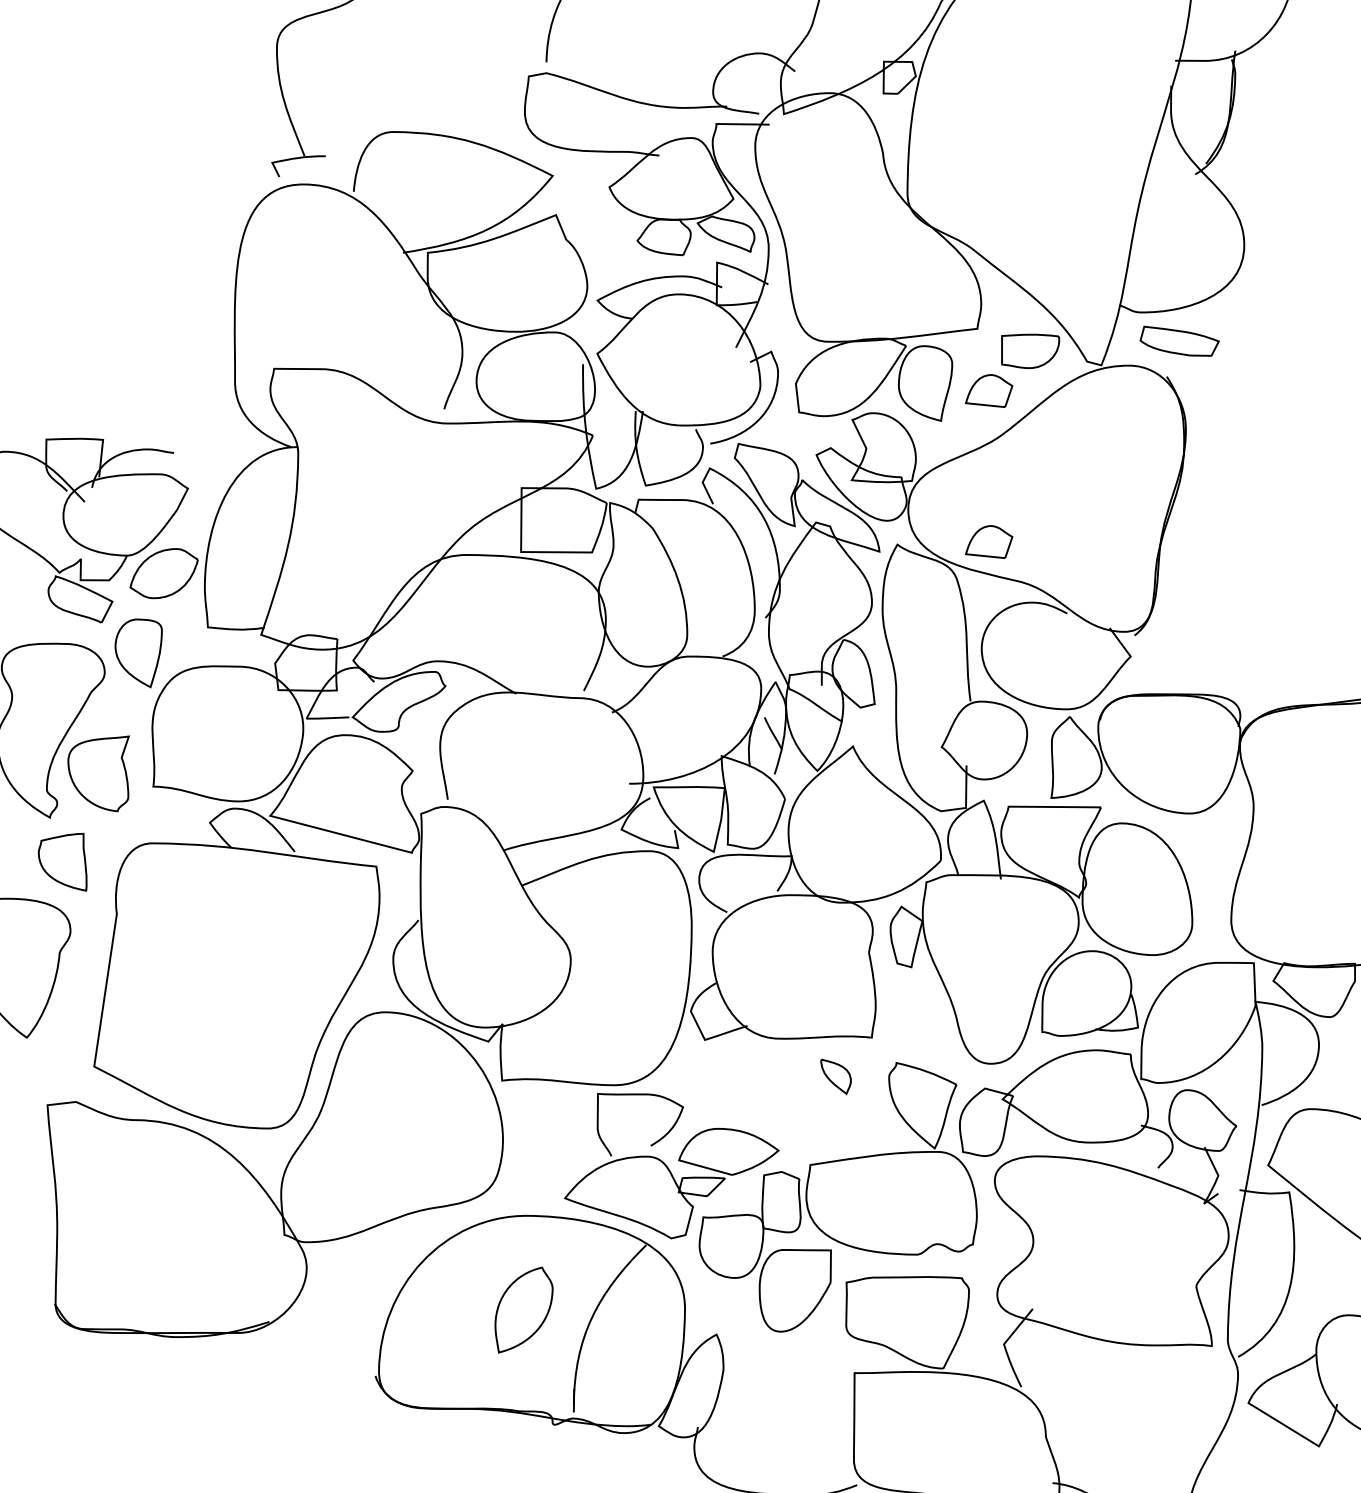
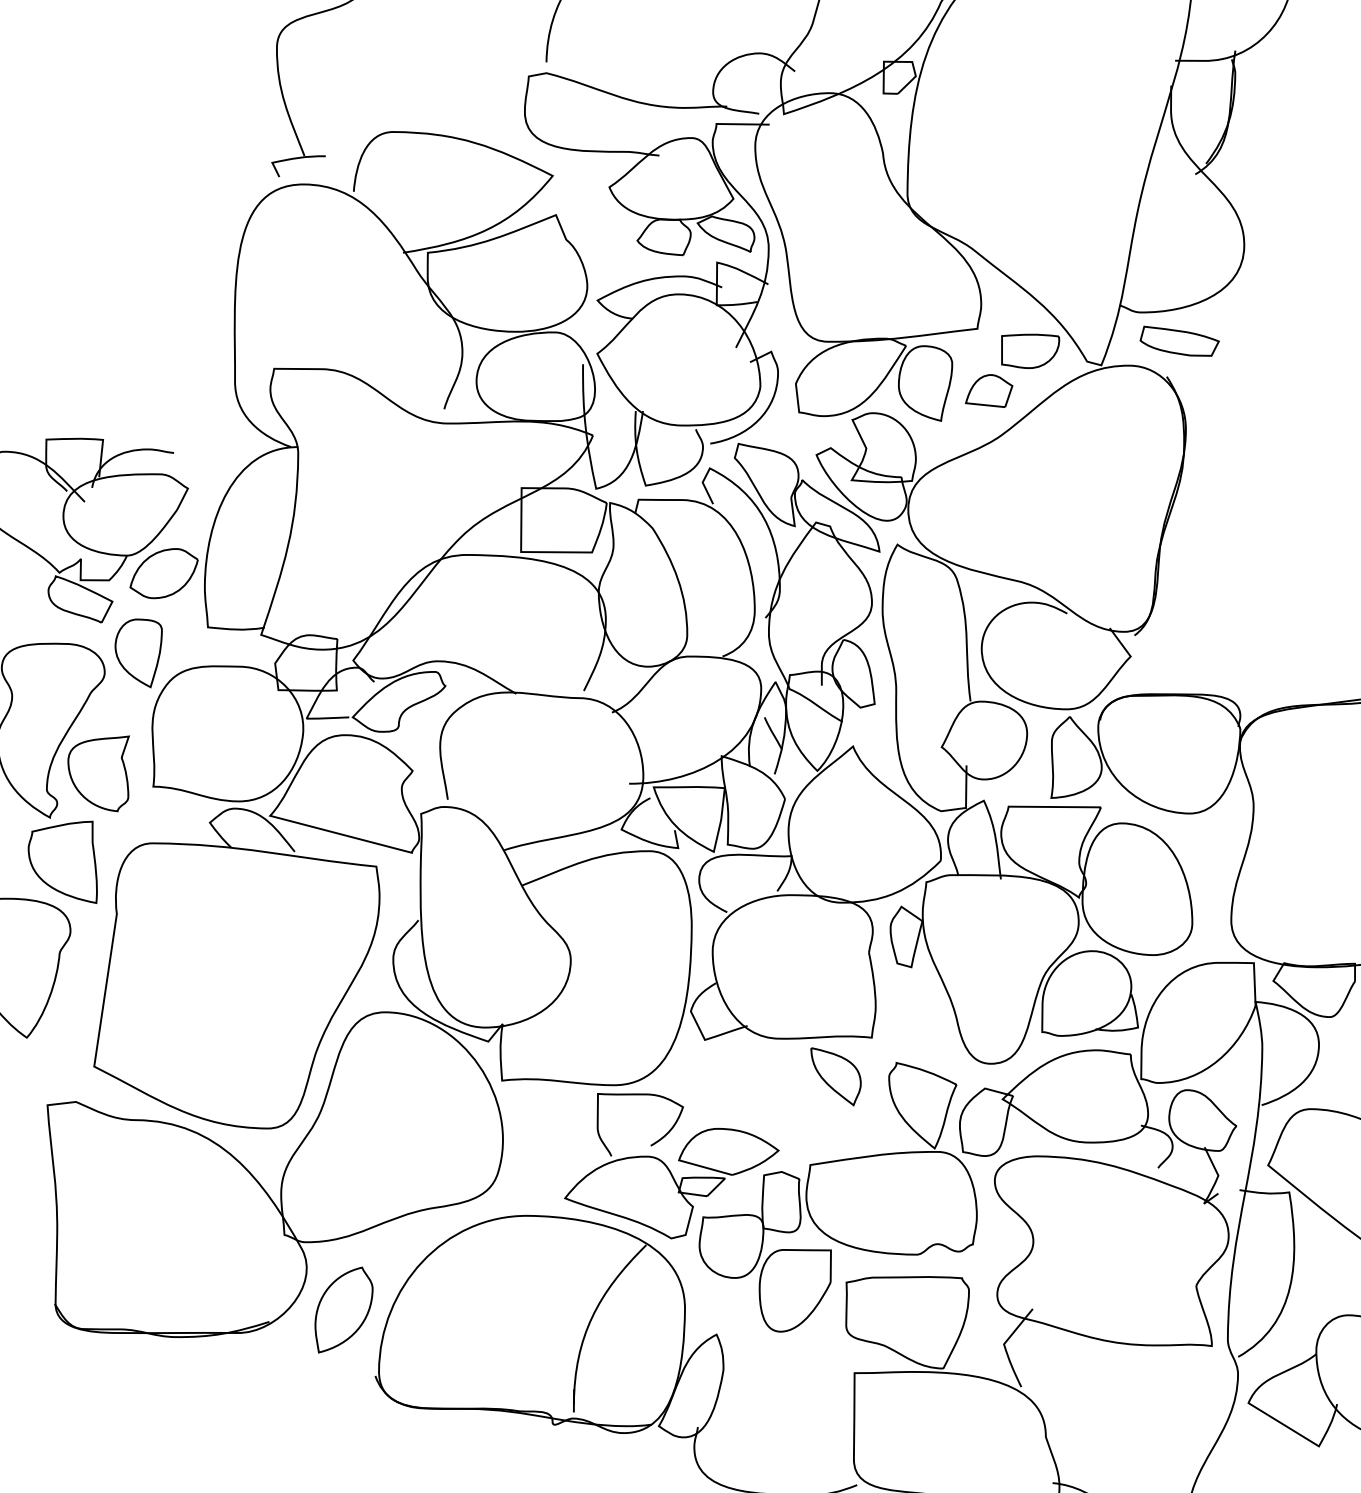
part at (989, 541): present -> none
part at (62, 861) size: 50x60 px -> 71x84 px
part at (835, 1076) size: 32x38 px -> 52x60 px
part at (523, 1309) position: (523, 1309) -> (343, 1309)
